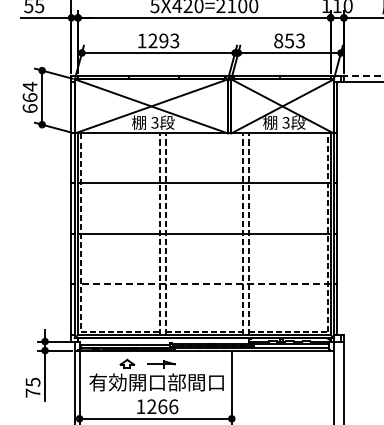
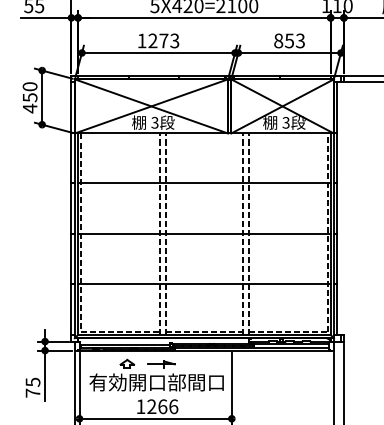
text at (163, 40): 1293 -> 1273
line at (363, 75): dashed -> solid
text at (29, 97): 664 -> 450
line at (203, 284): dashed -> solid
